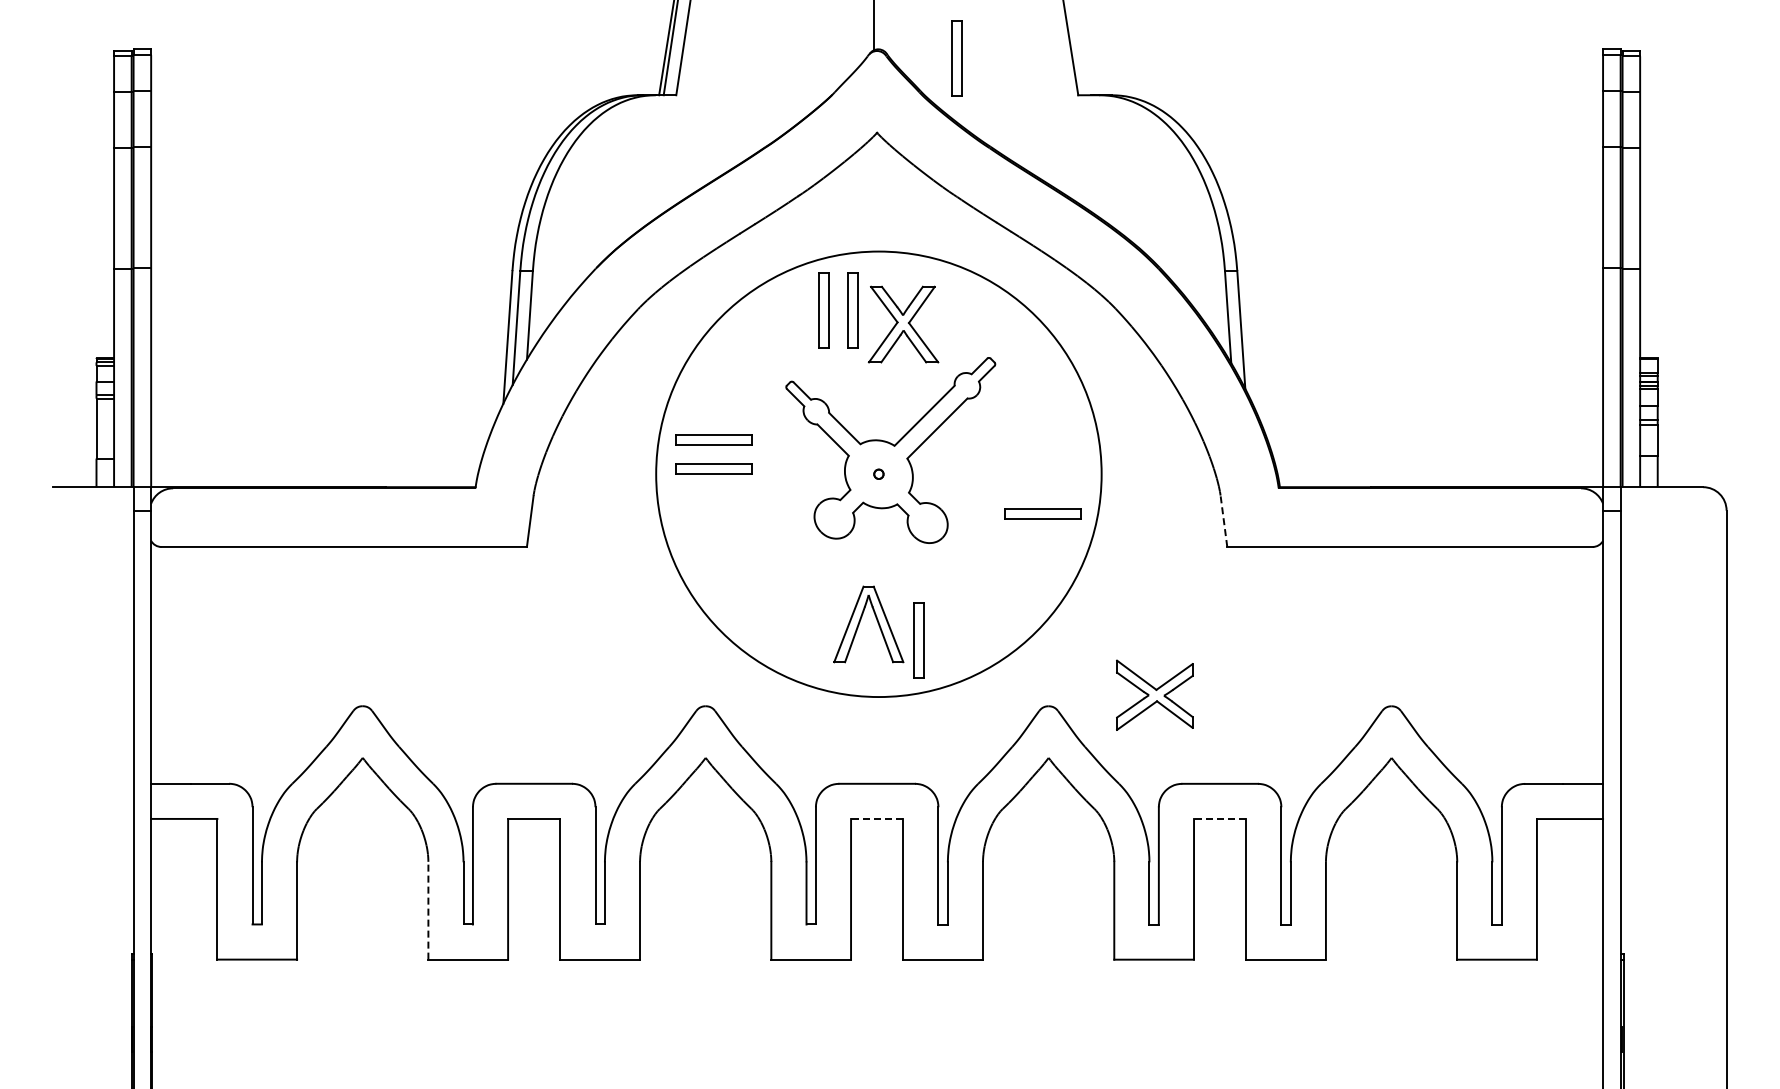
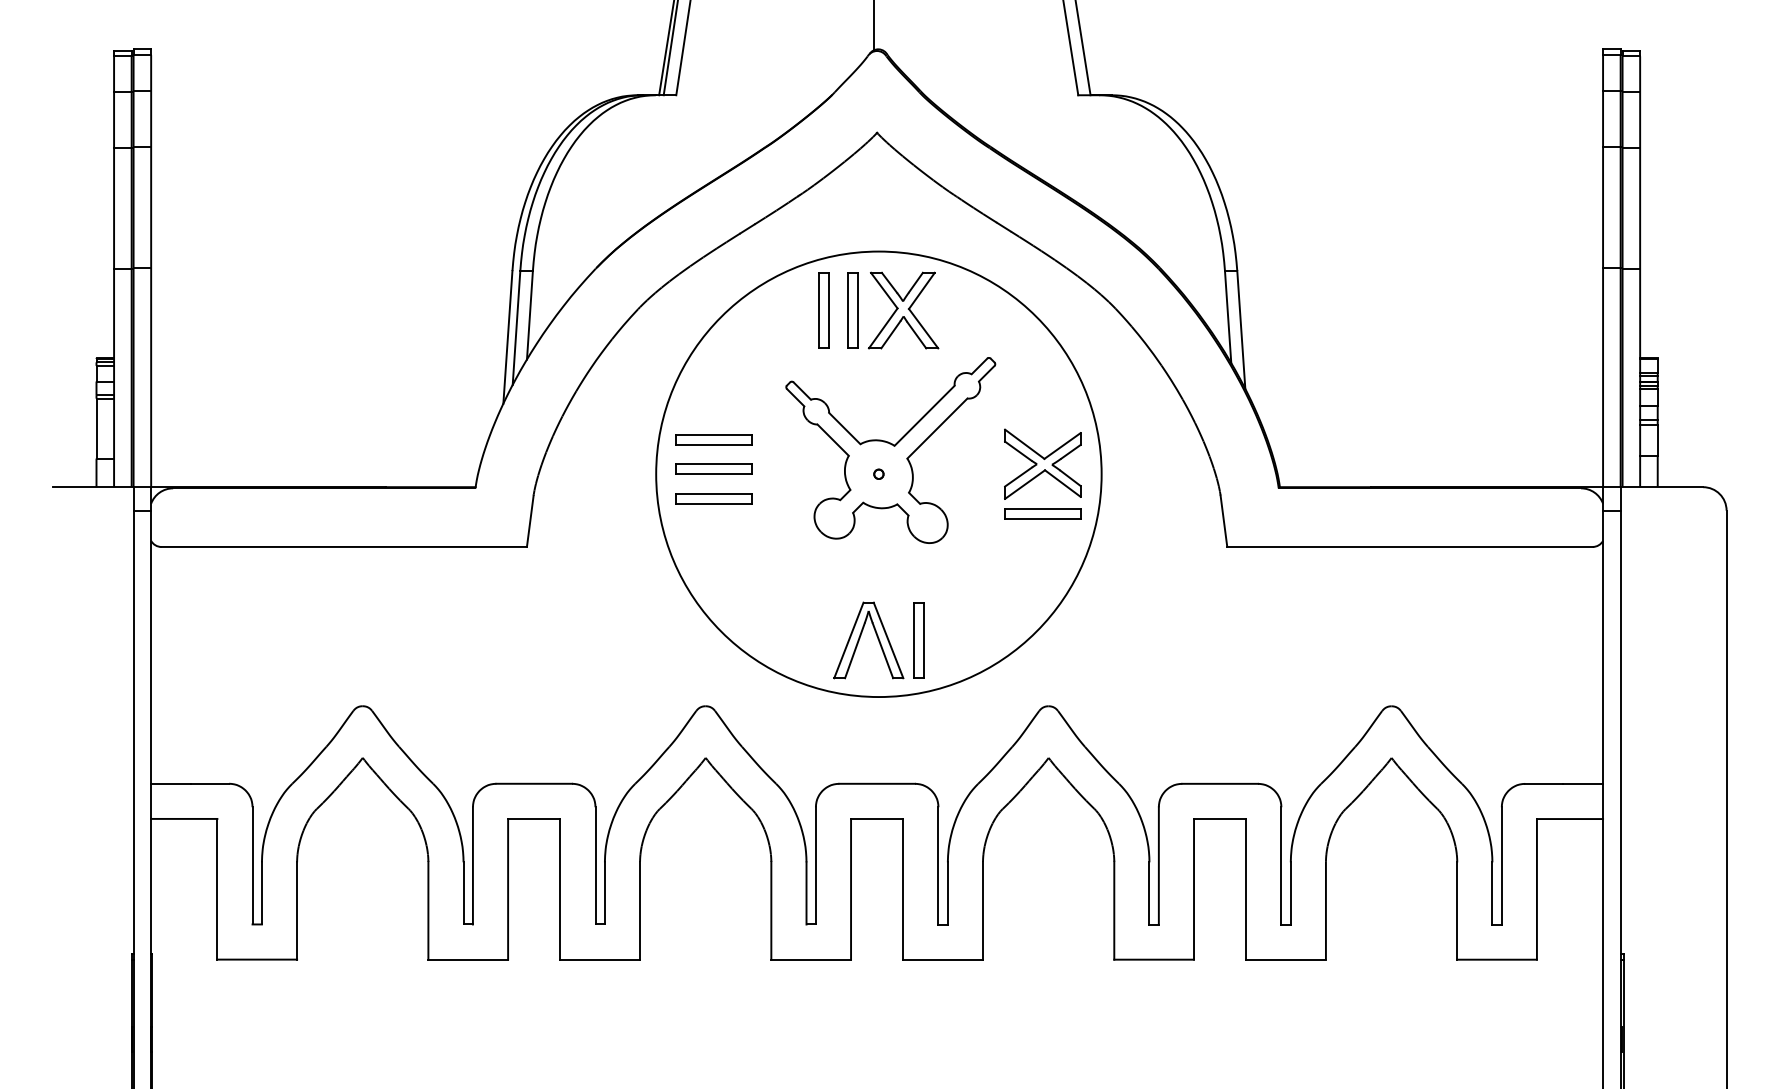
line at (1082, 48): none -> present
part at (956, 58): present -> none
part at (903, 324) position: (903, 324) -> (903, 310)
part at (713, 498): none -> present
line at (1223, 521): dashed -> solid
part at (860, 622) position: (860, 622) -> (860, 638)
part at (1154, 694) position: (1154, 694) -> (1042, 463)
line at (876, 818): dashed -> solid
line at (1219, 819): dashed -> solid
line at (428, 910): dashed -> solid
